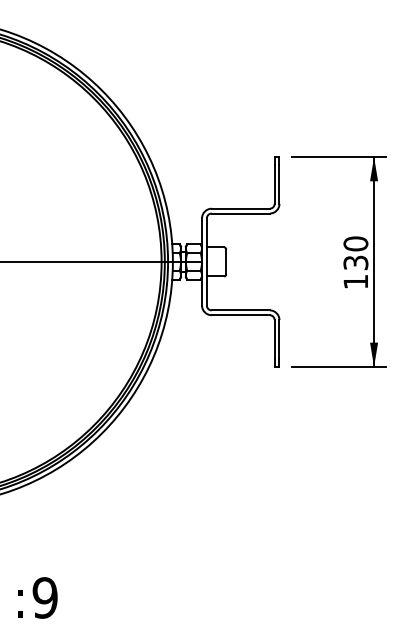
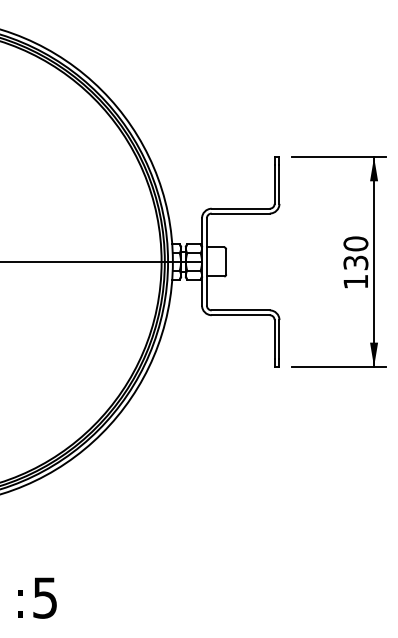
text at (44, 597): 9 -> 5
